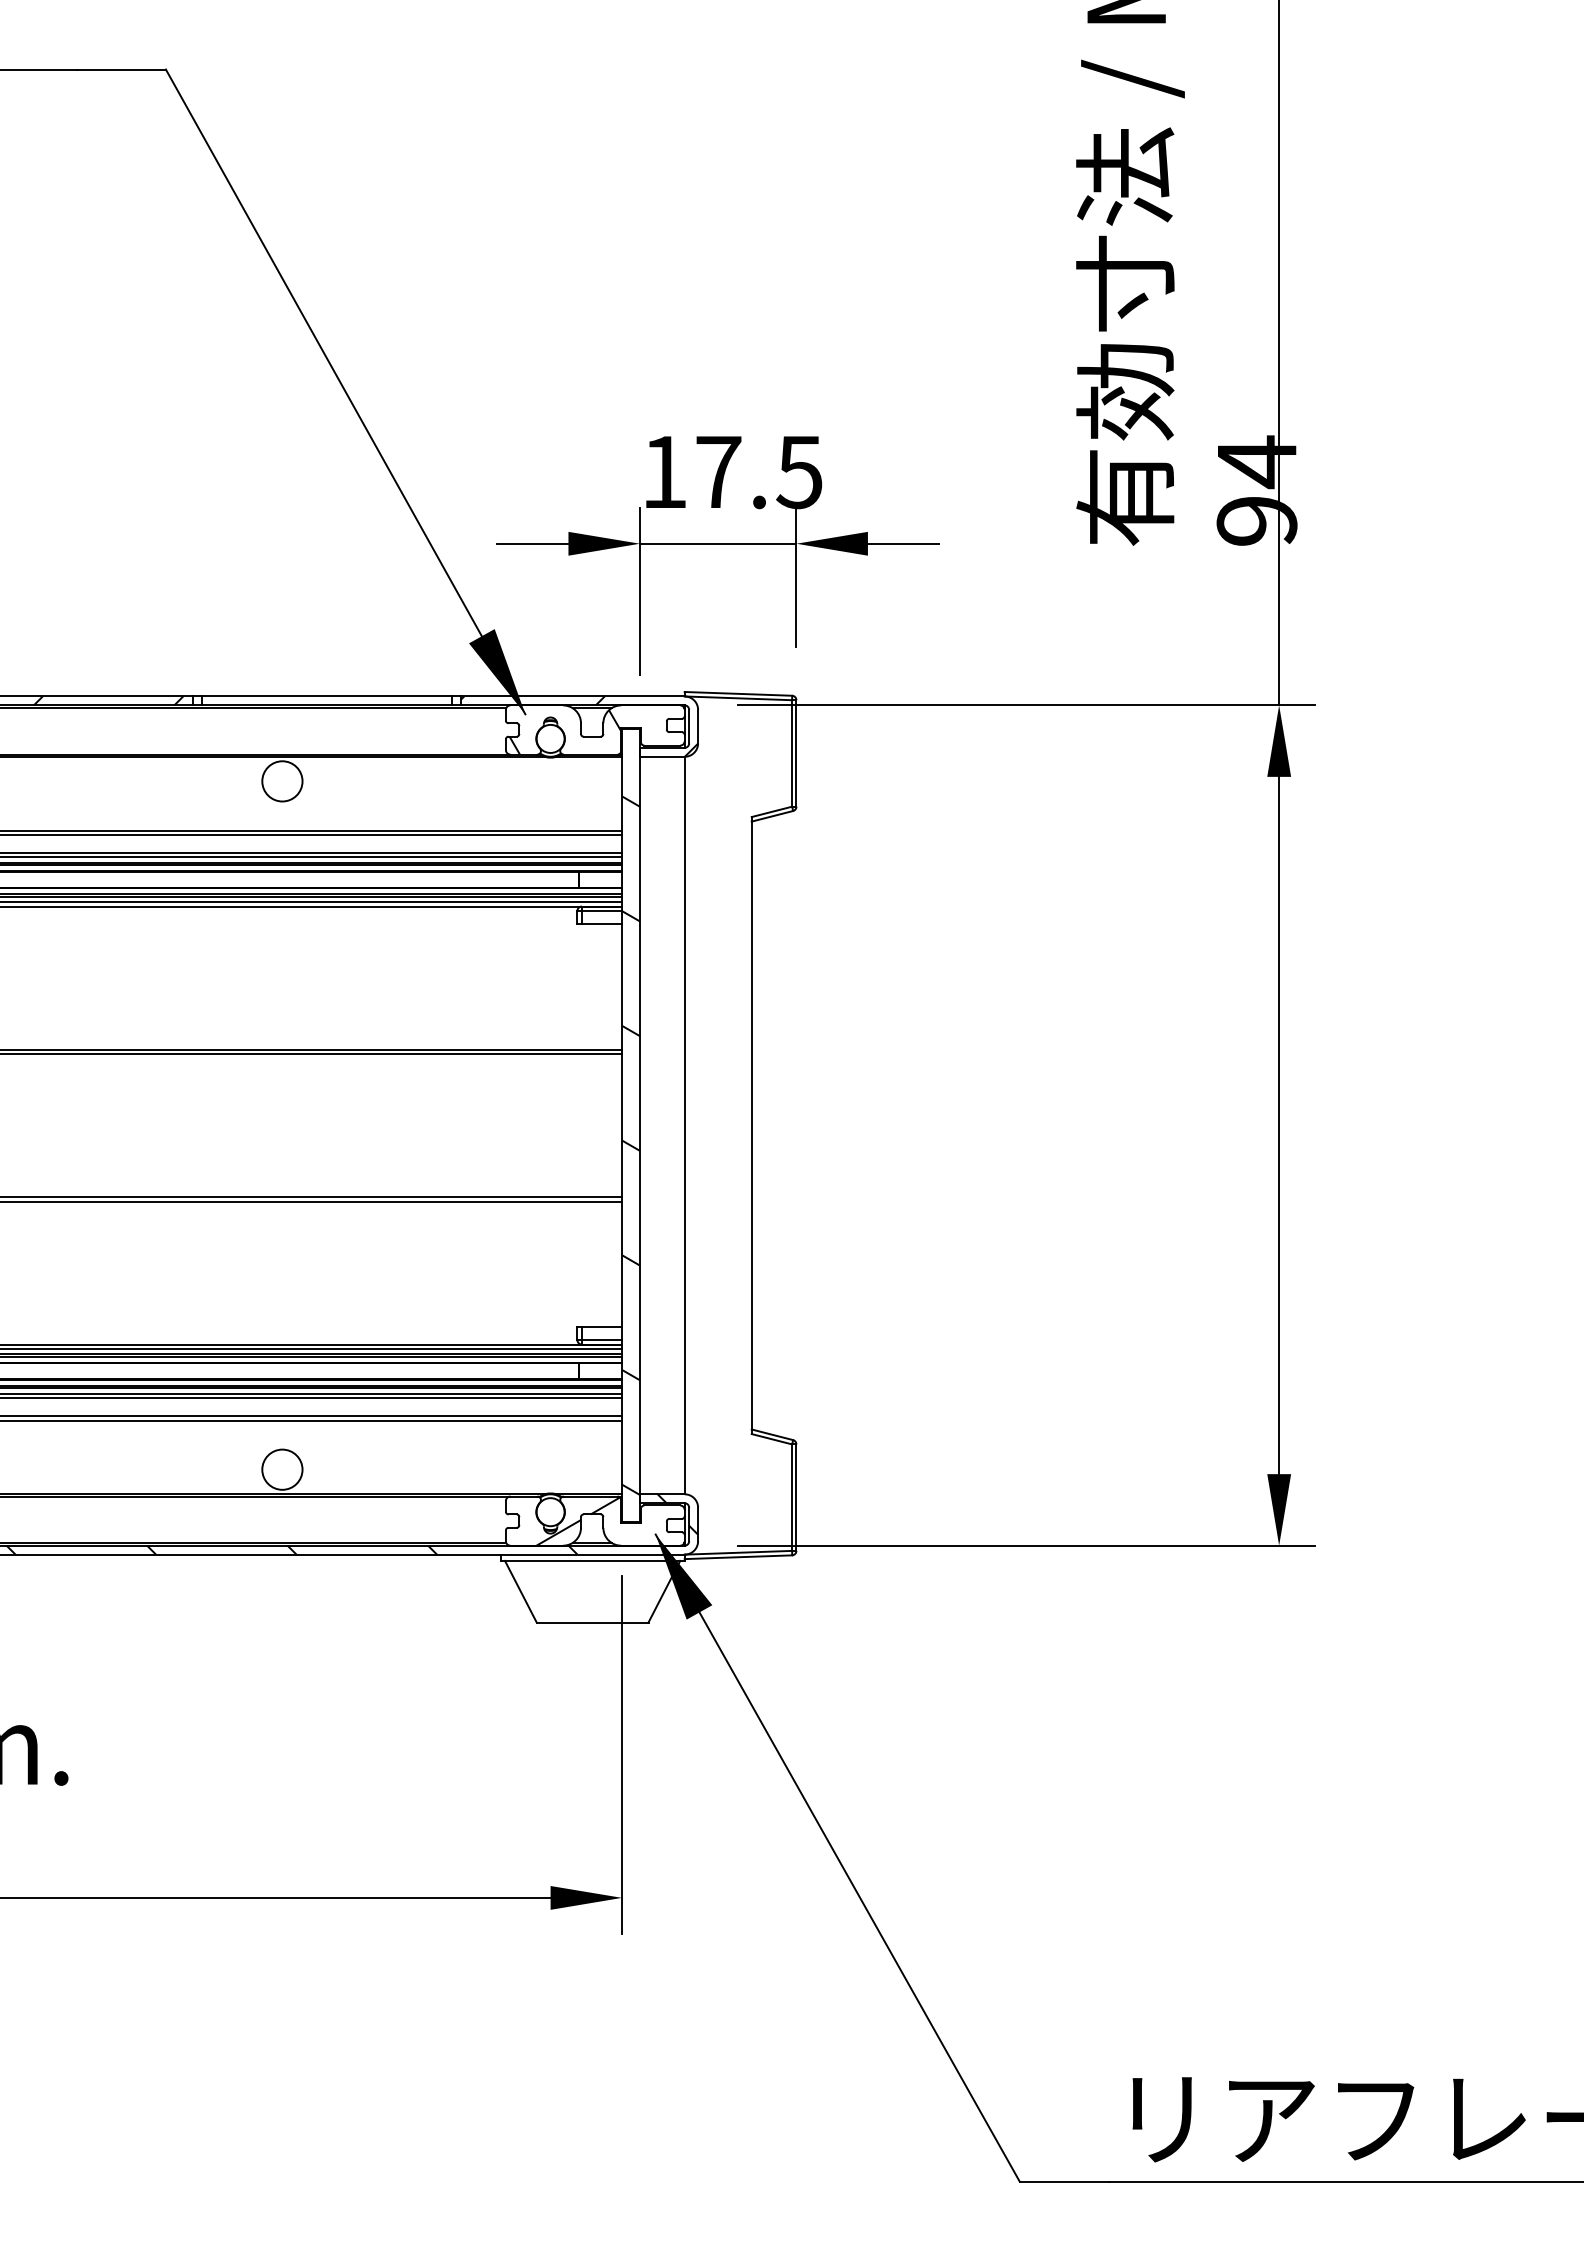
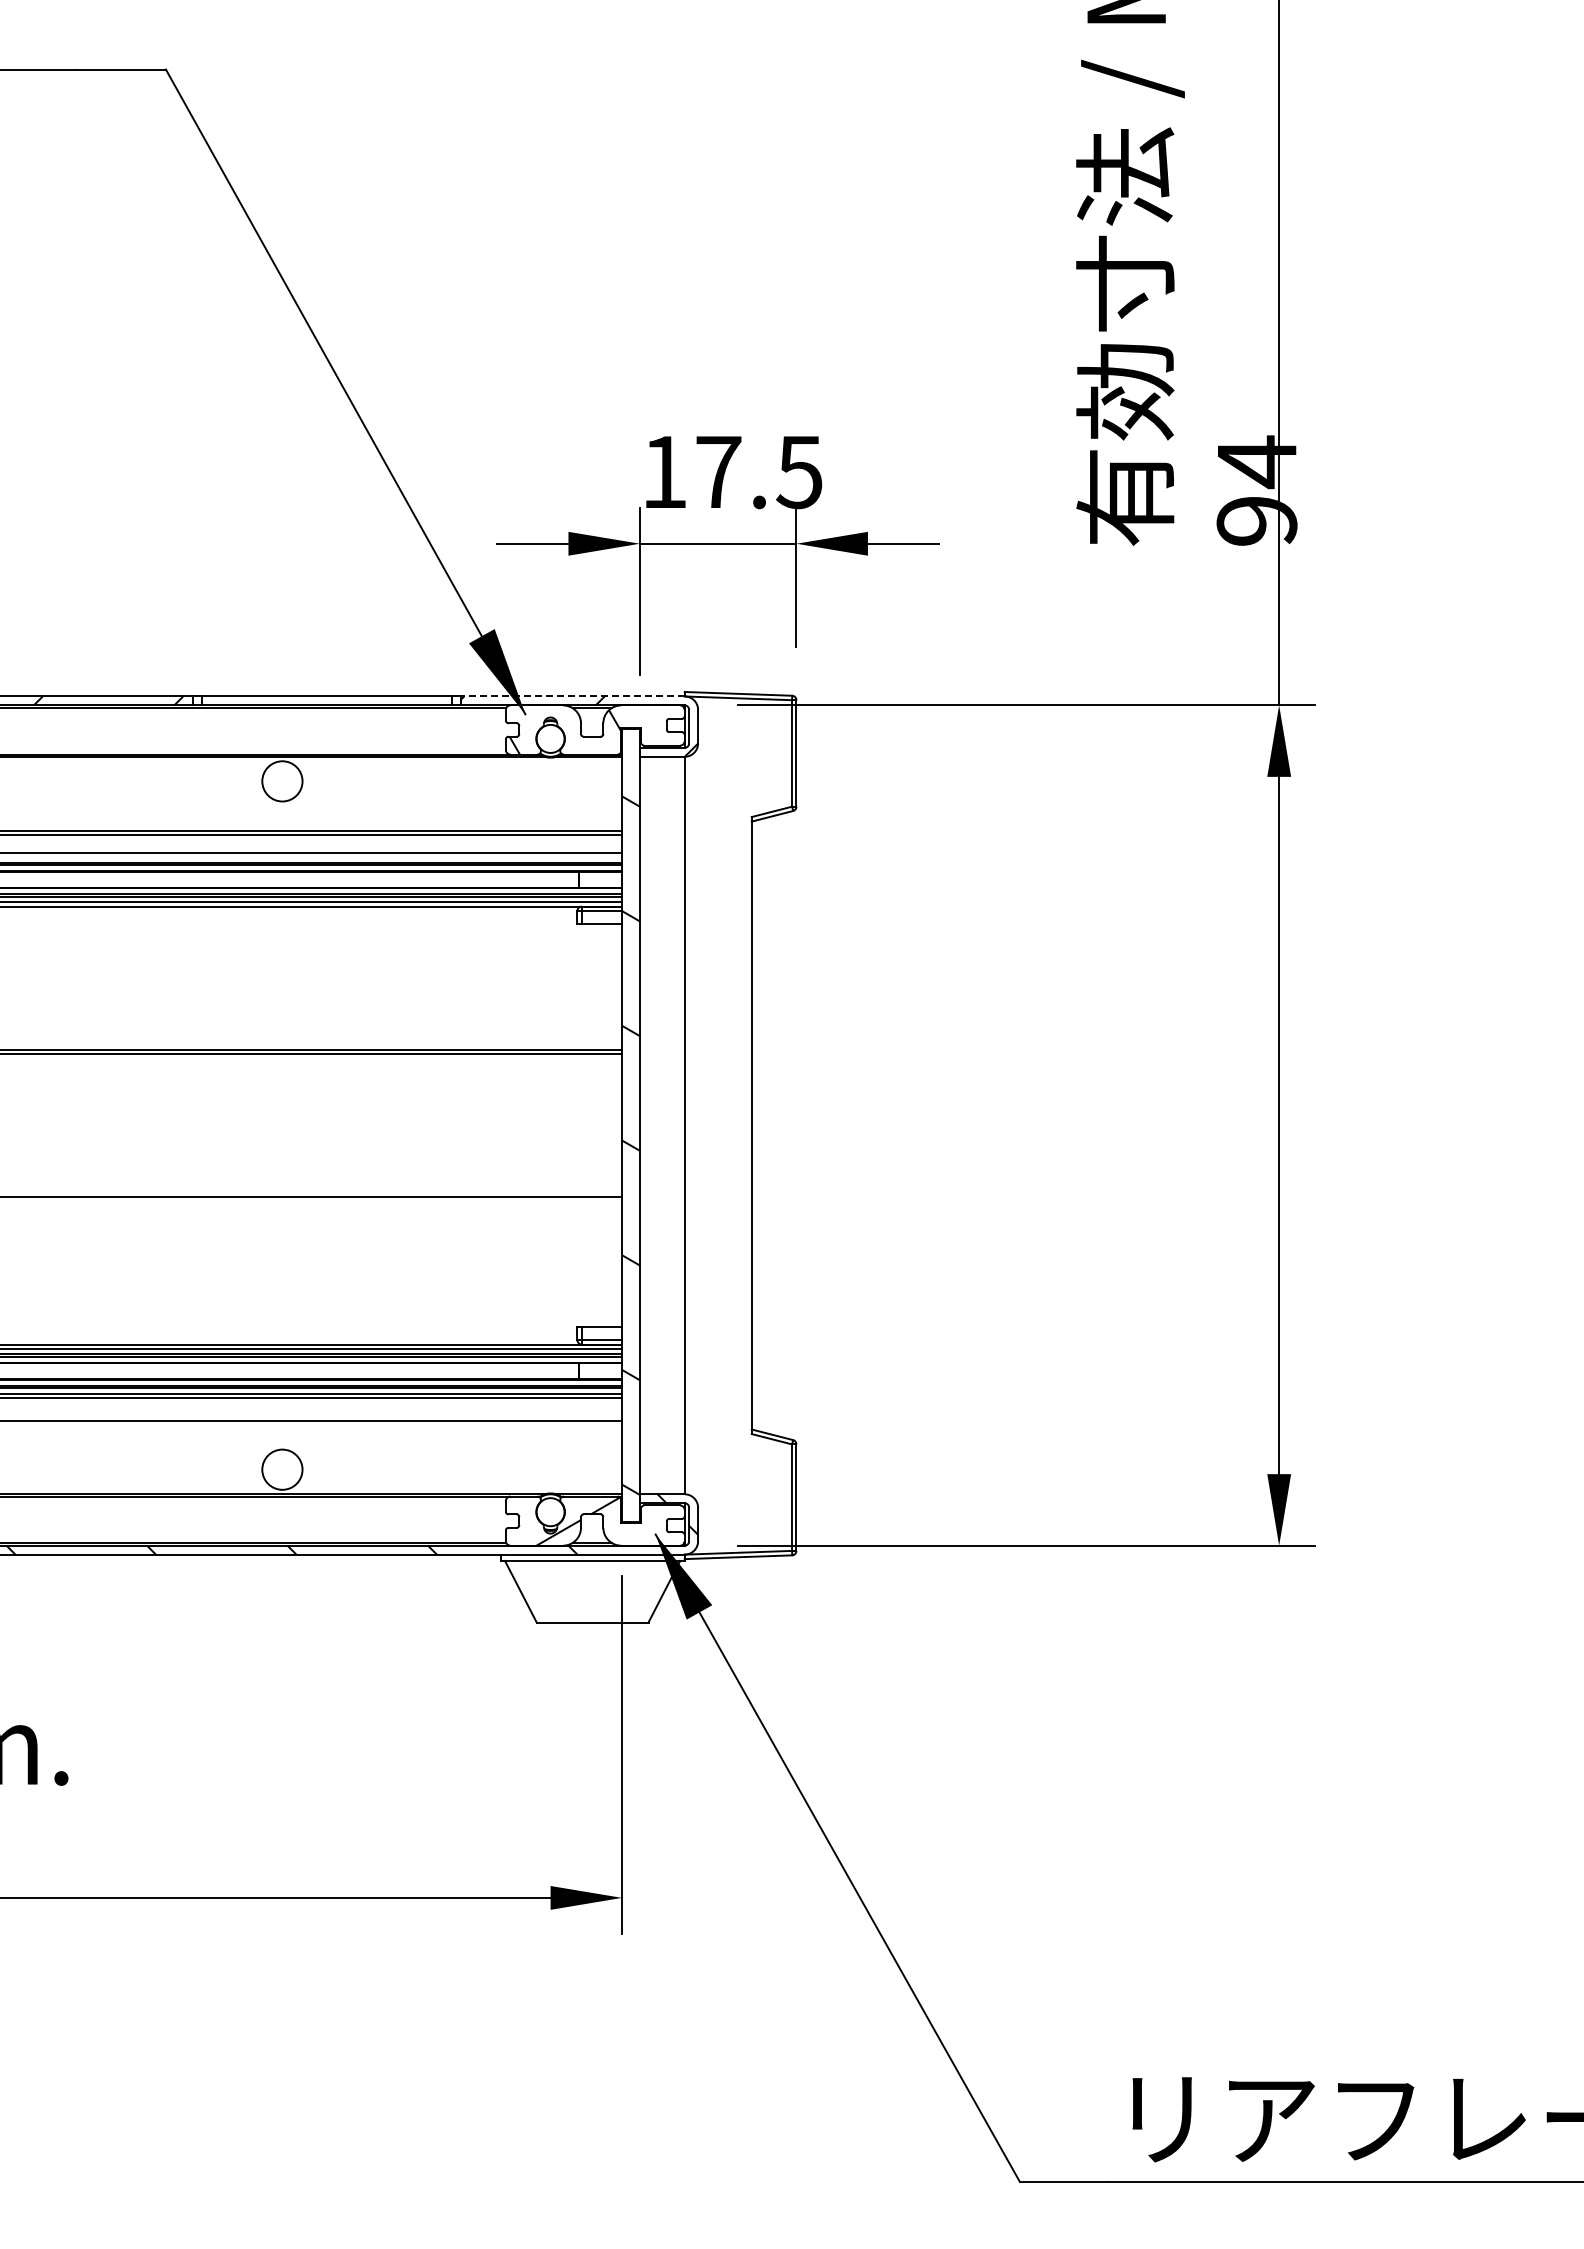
line at (572, 696): solid -> dashed
line at (312, 857): present -> none
line at (312, 1201): present -> none
line at (312, 1416): present -> none
